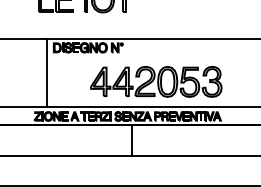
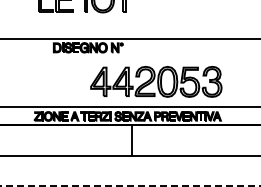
line at (46, 73): present -> none
line at (130, 185): solid -> dashed
